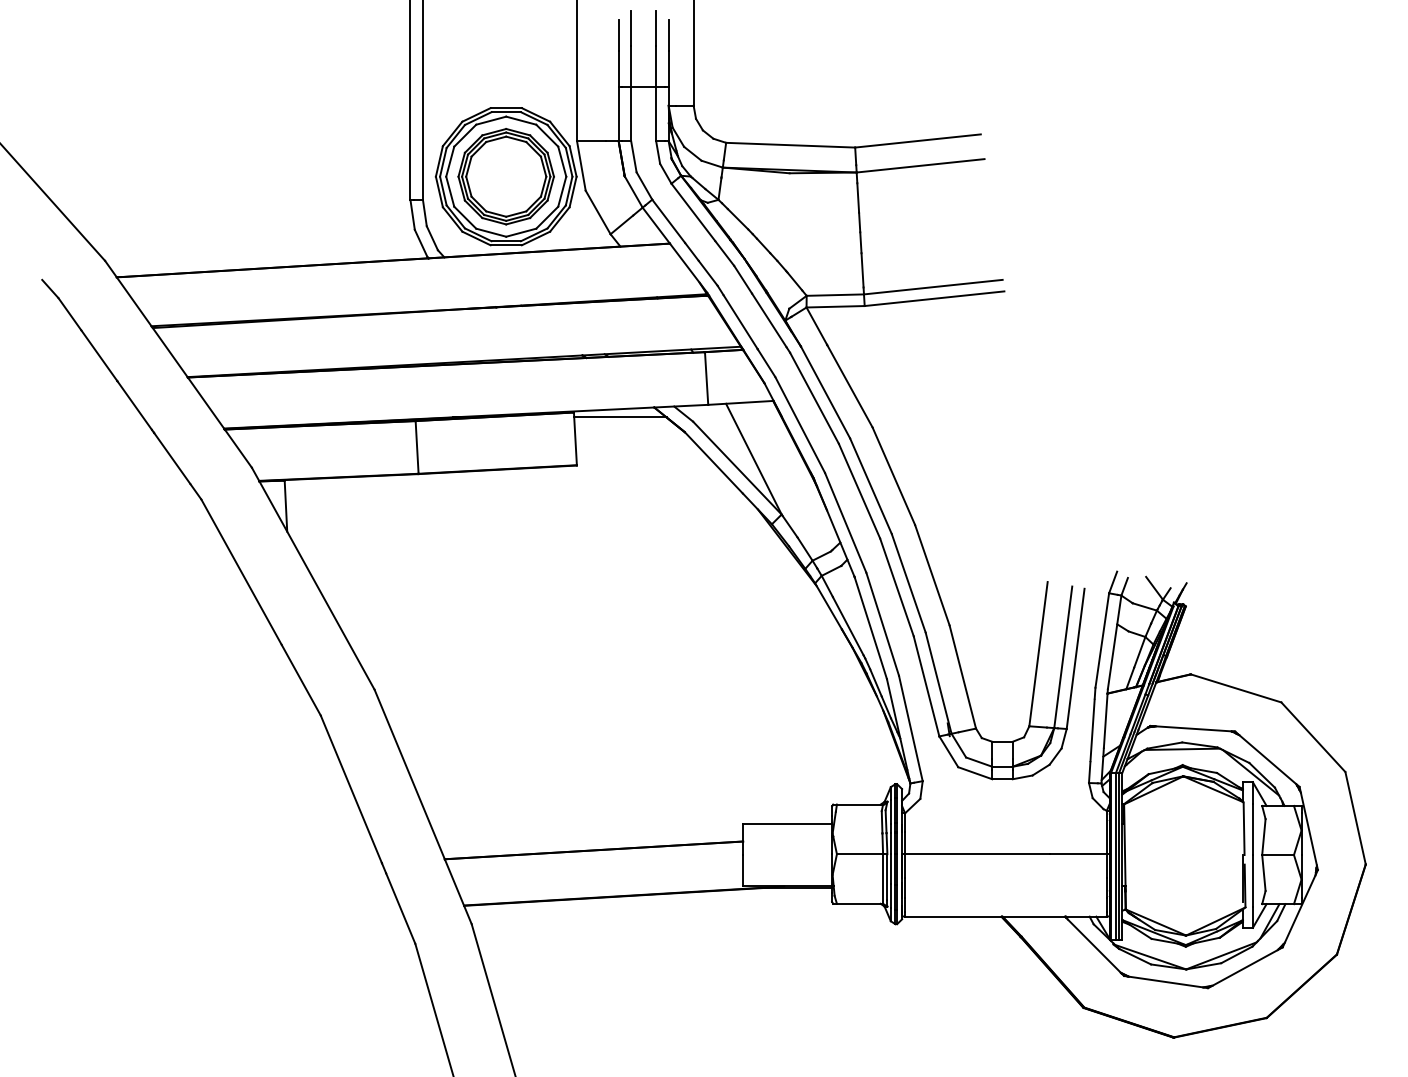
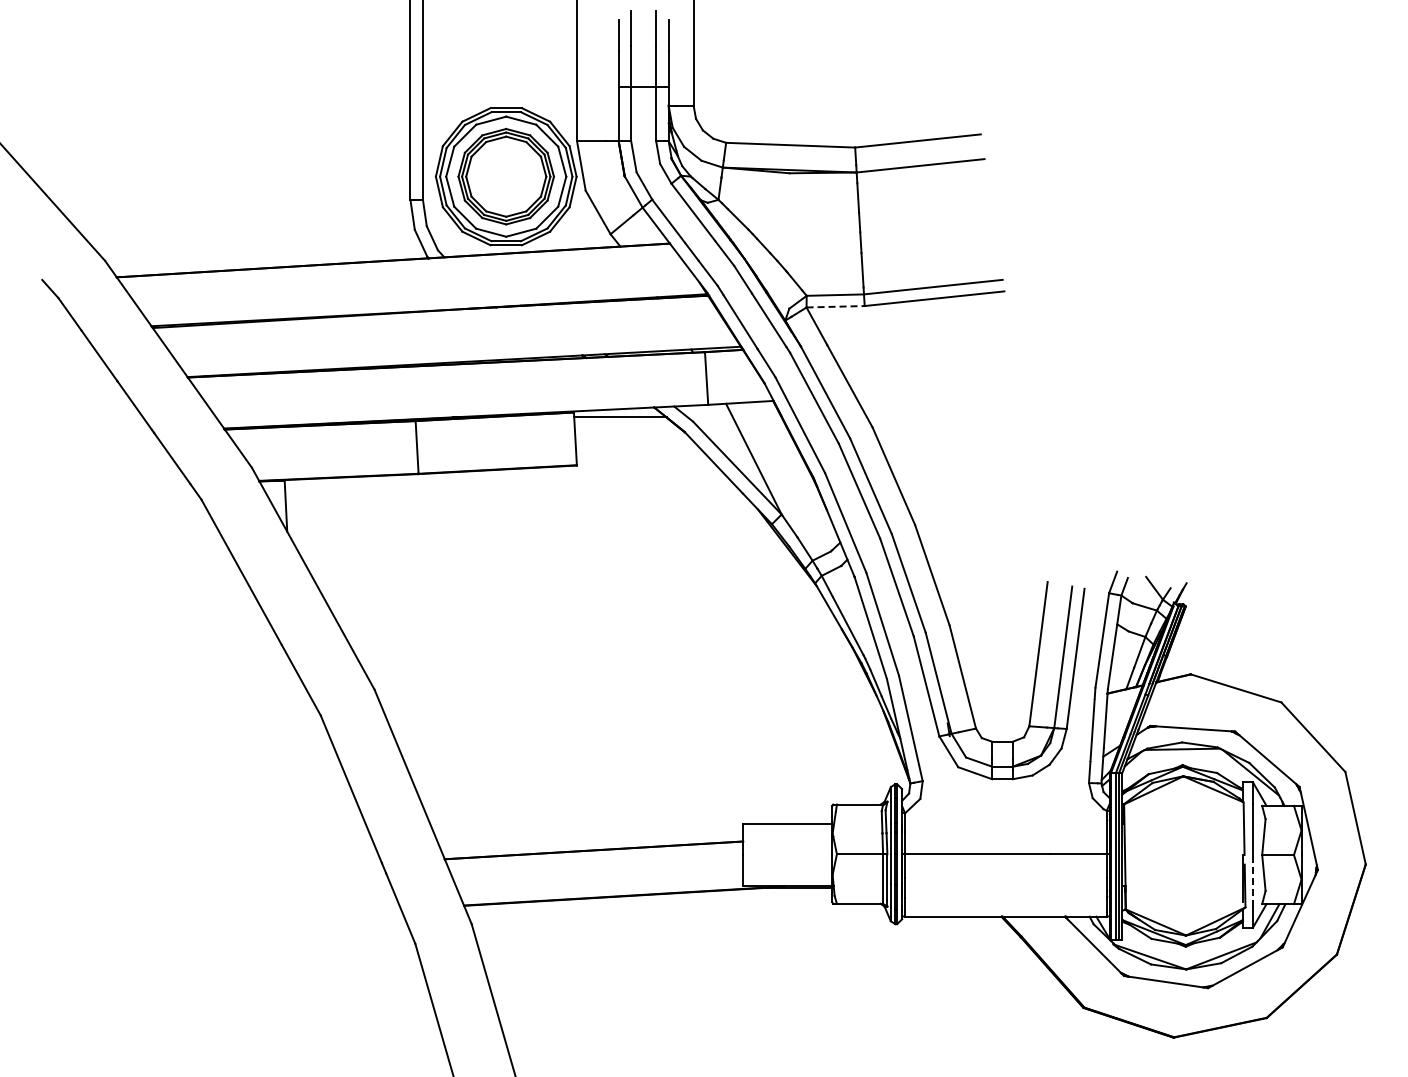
line at (836, 306): solid -> dashed
line at (1252, 880): solid -> dashed
